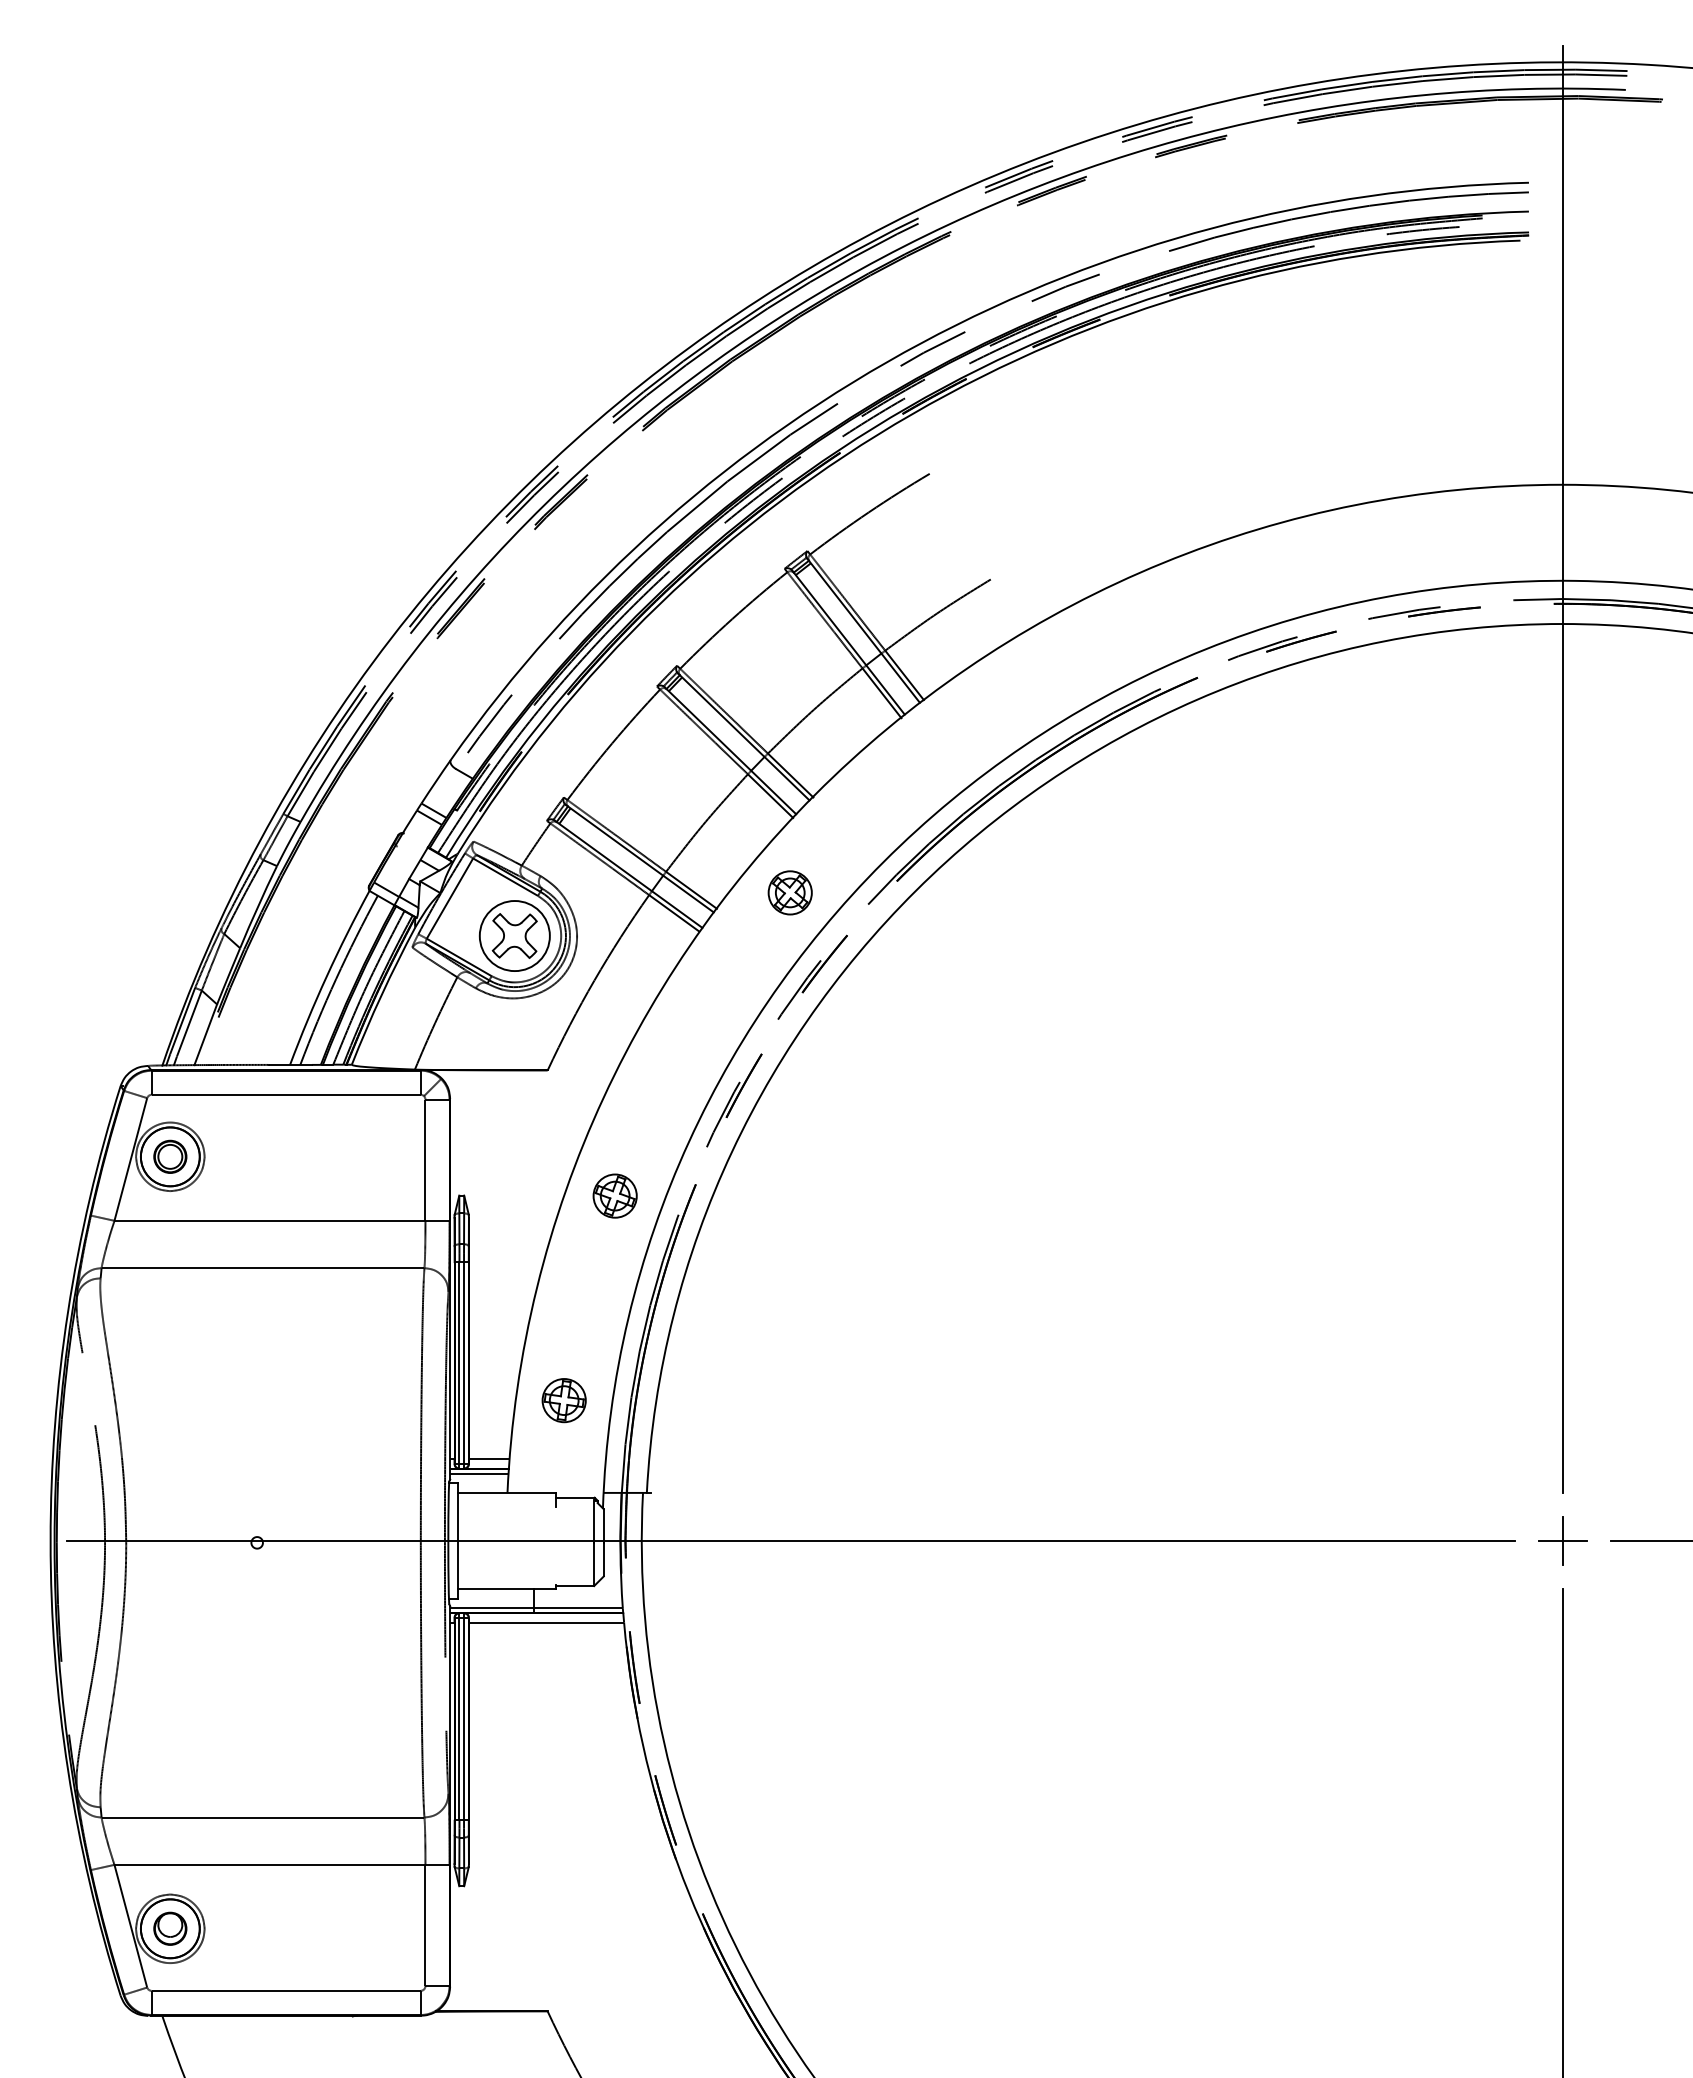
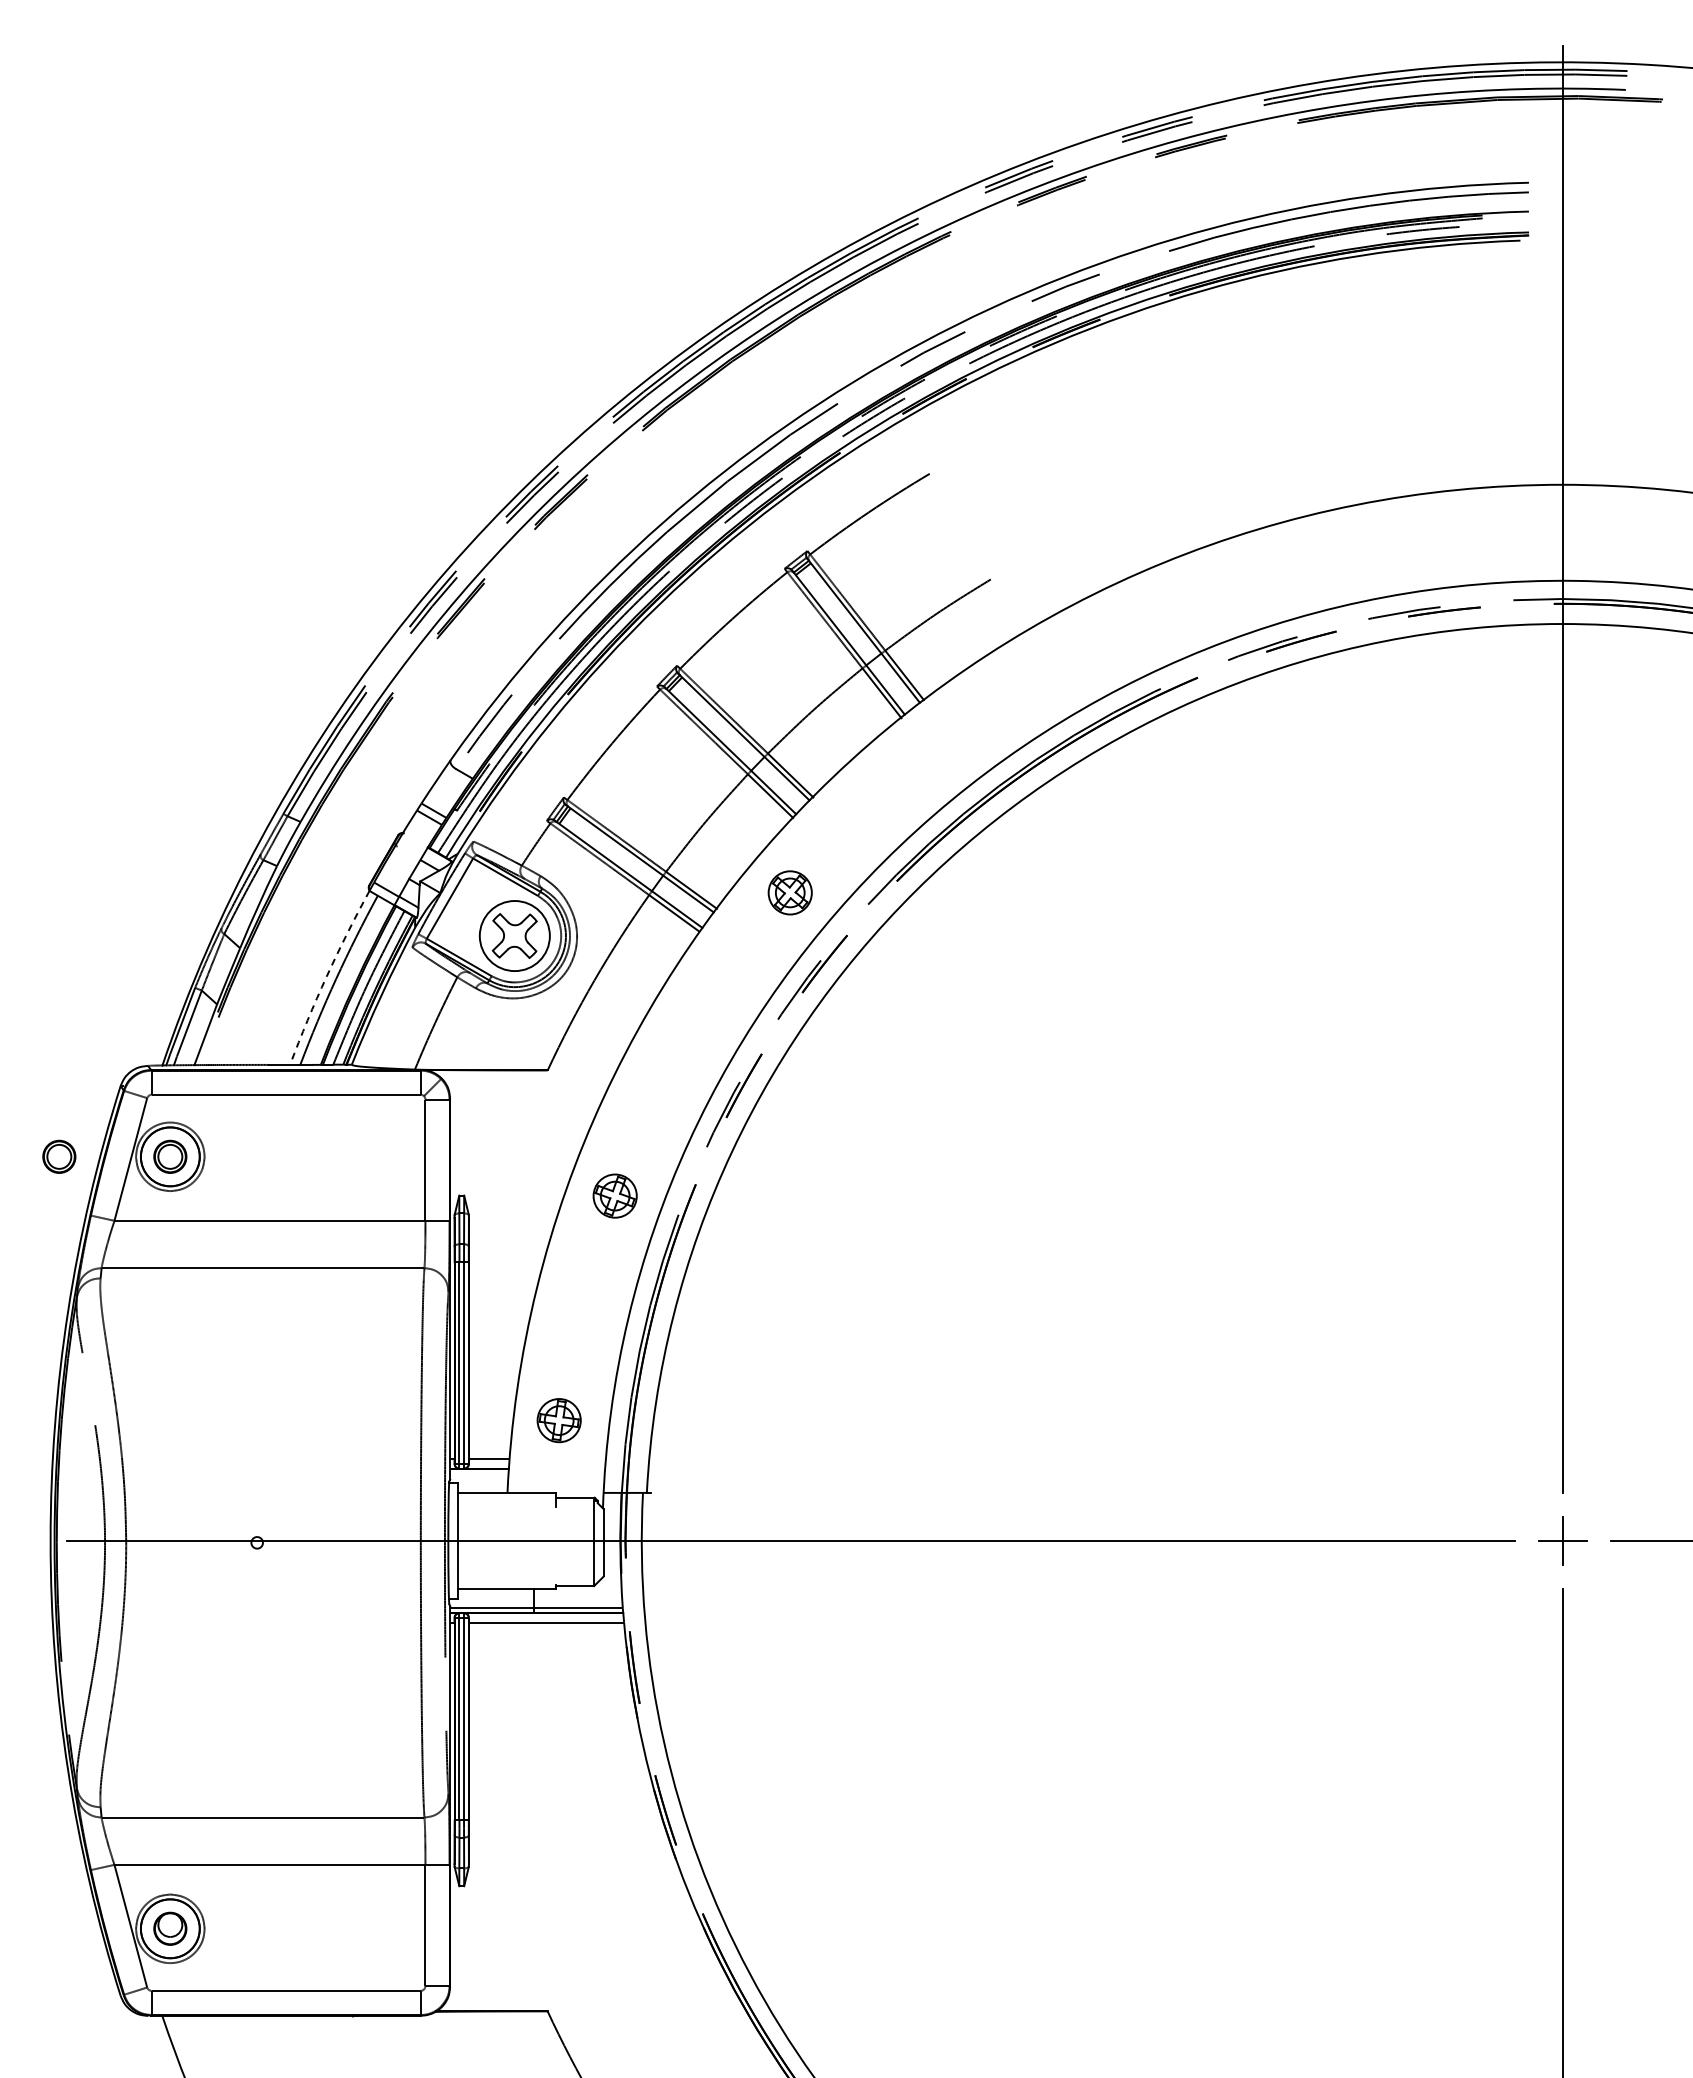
arc at (326, 976): solid -> dashed
part at (59, 1156): none -> present
part at (563, 1400) position: (563, 1400) -> (558, 1420)
line at (479, 1473): present -> none
